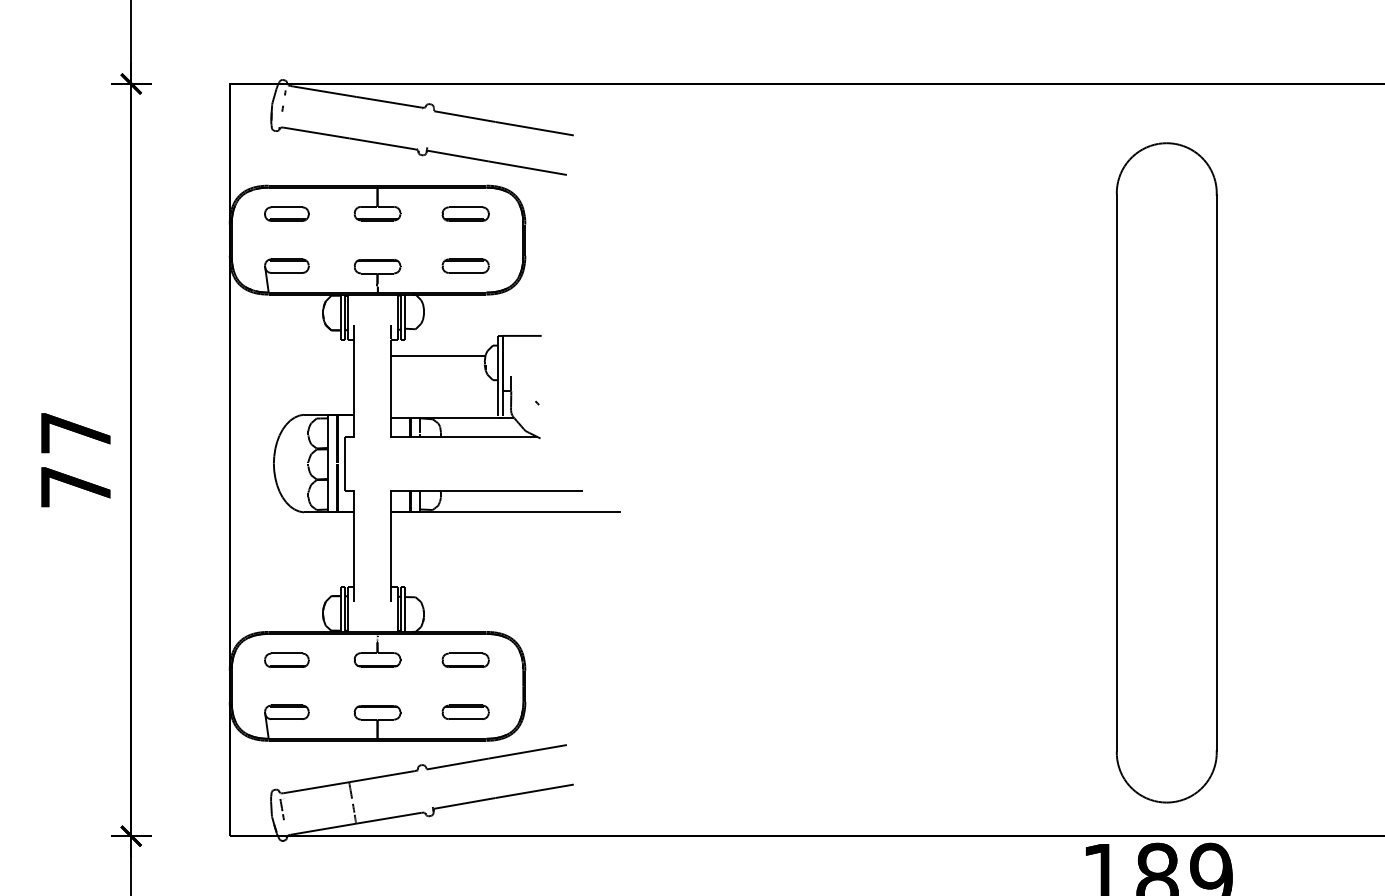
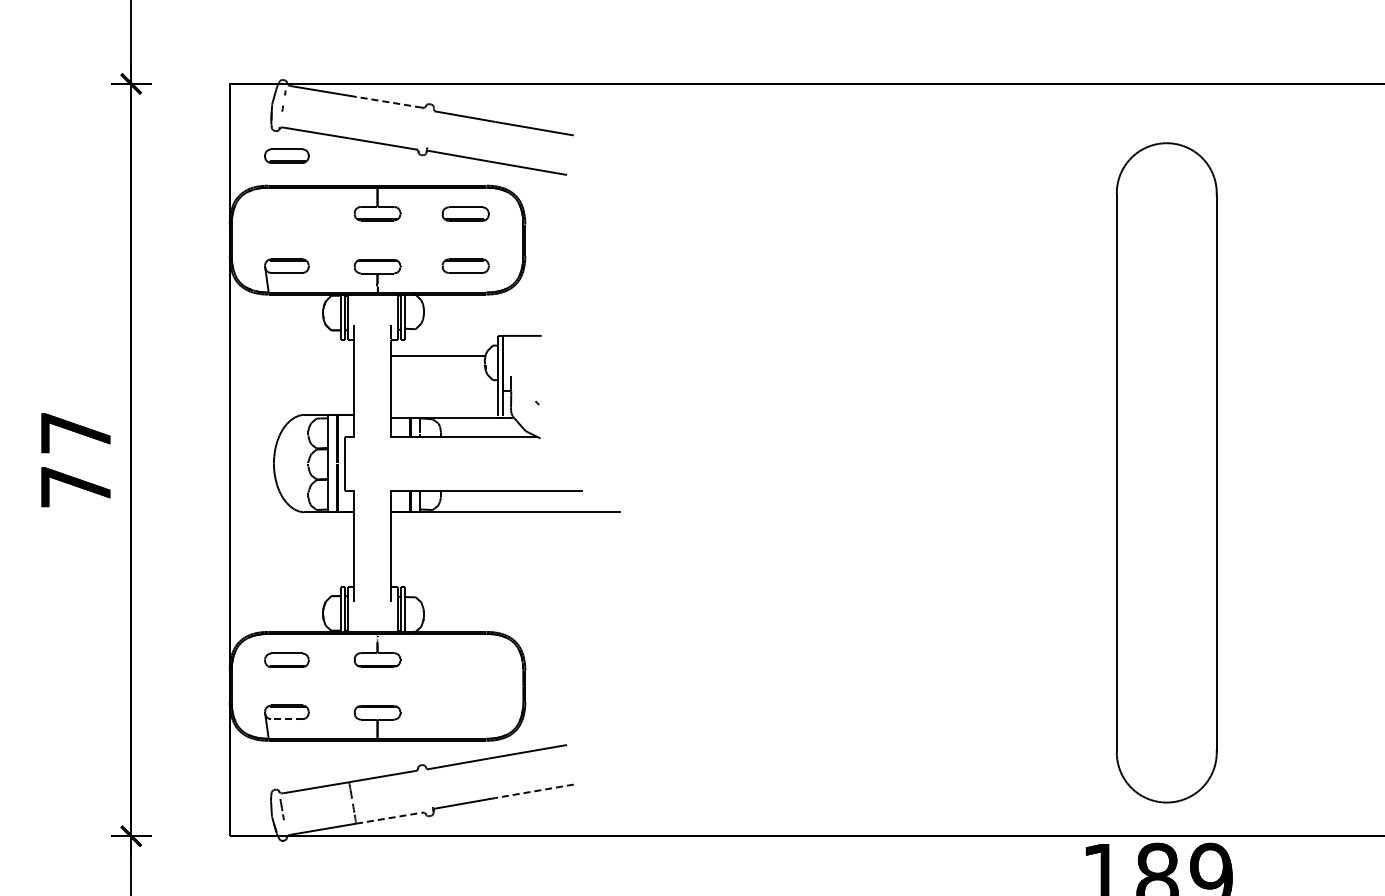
line at (388, 102): solid -> dashed
part at (286, 213) position: (286, 213) -> (286, 155)
part at (465, 659): present -> none
part at (465, 711): present -> none
line at (286, 719): solid -> dashed
line at (534, 791): solid -> dashed
line at (389, 818): solid -> dashed
